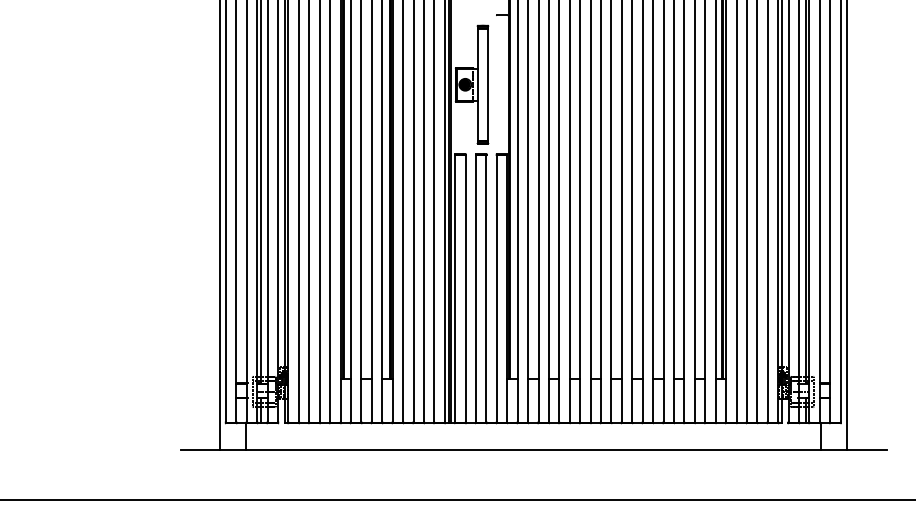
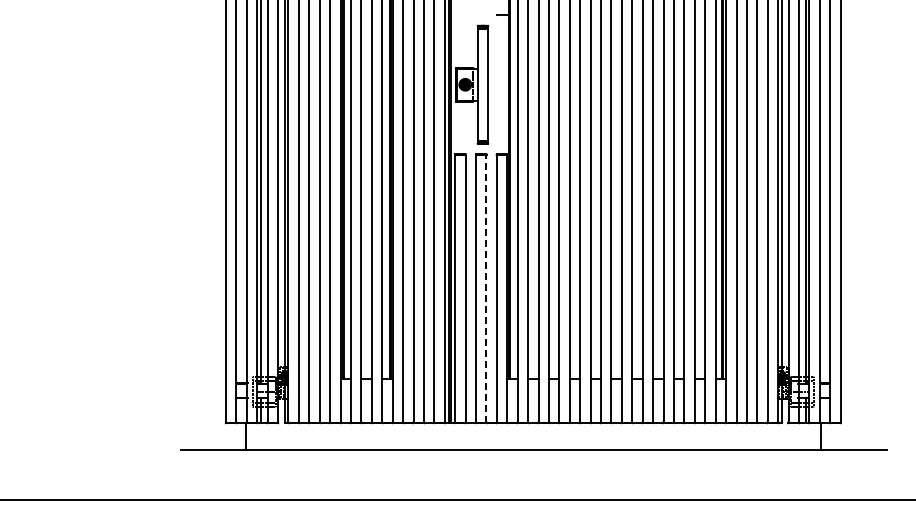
line at (220, 226): present -> none
line at (846, 226): present -> none
line at (486, 288): solid -> dashed
